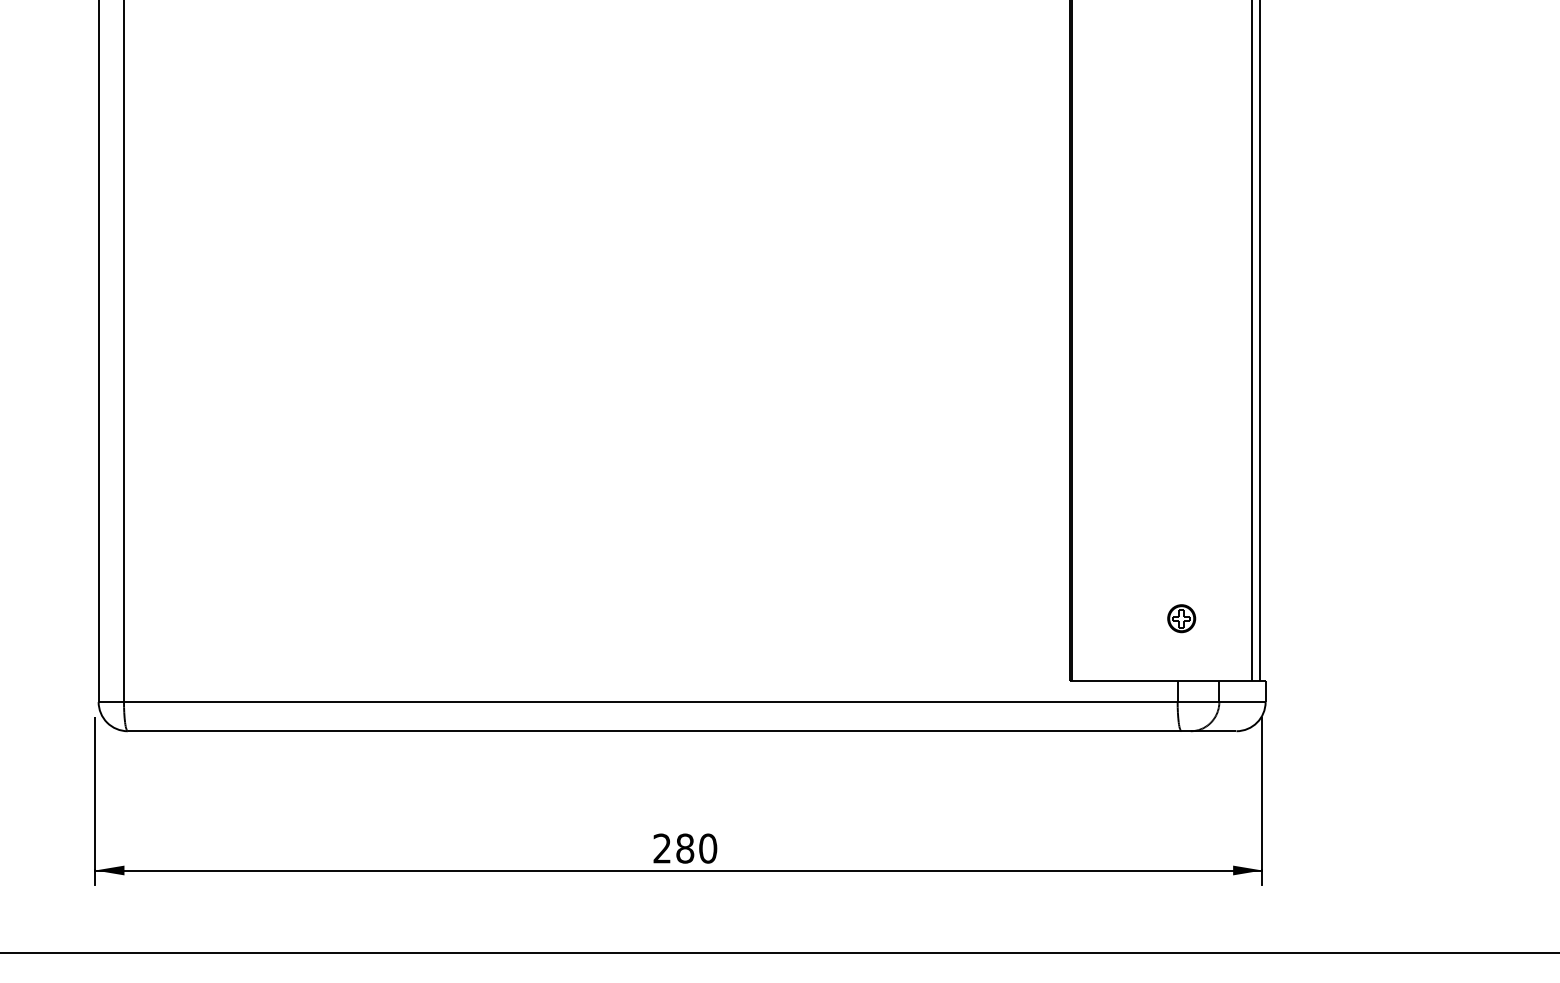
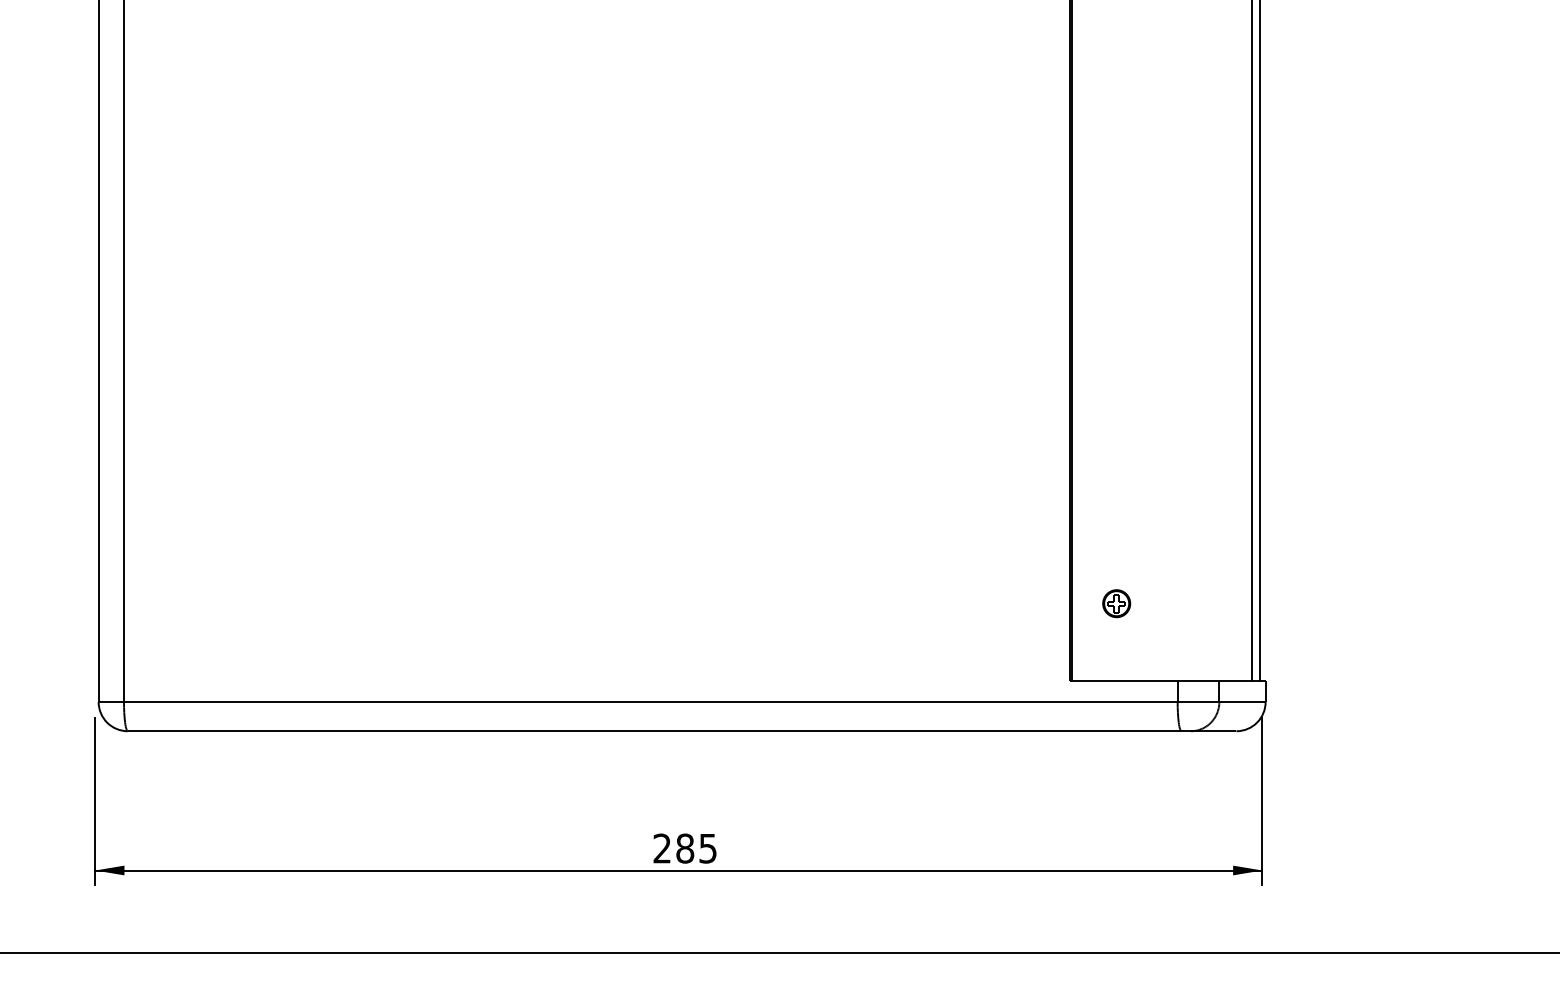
part at (1181, 618) position: (1181, 618) -> (1116, 603)
text at (708, 848): 280 -> 285
